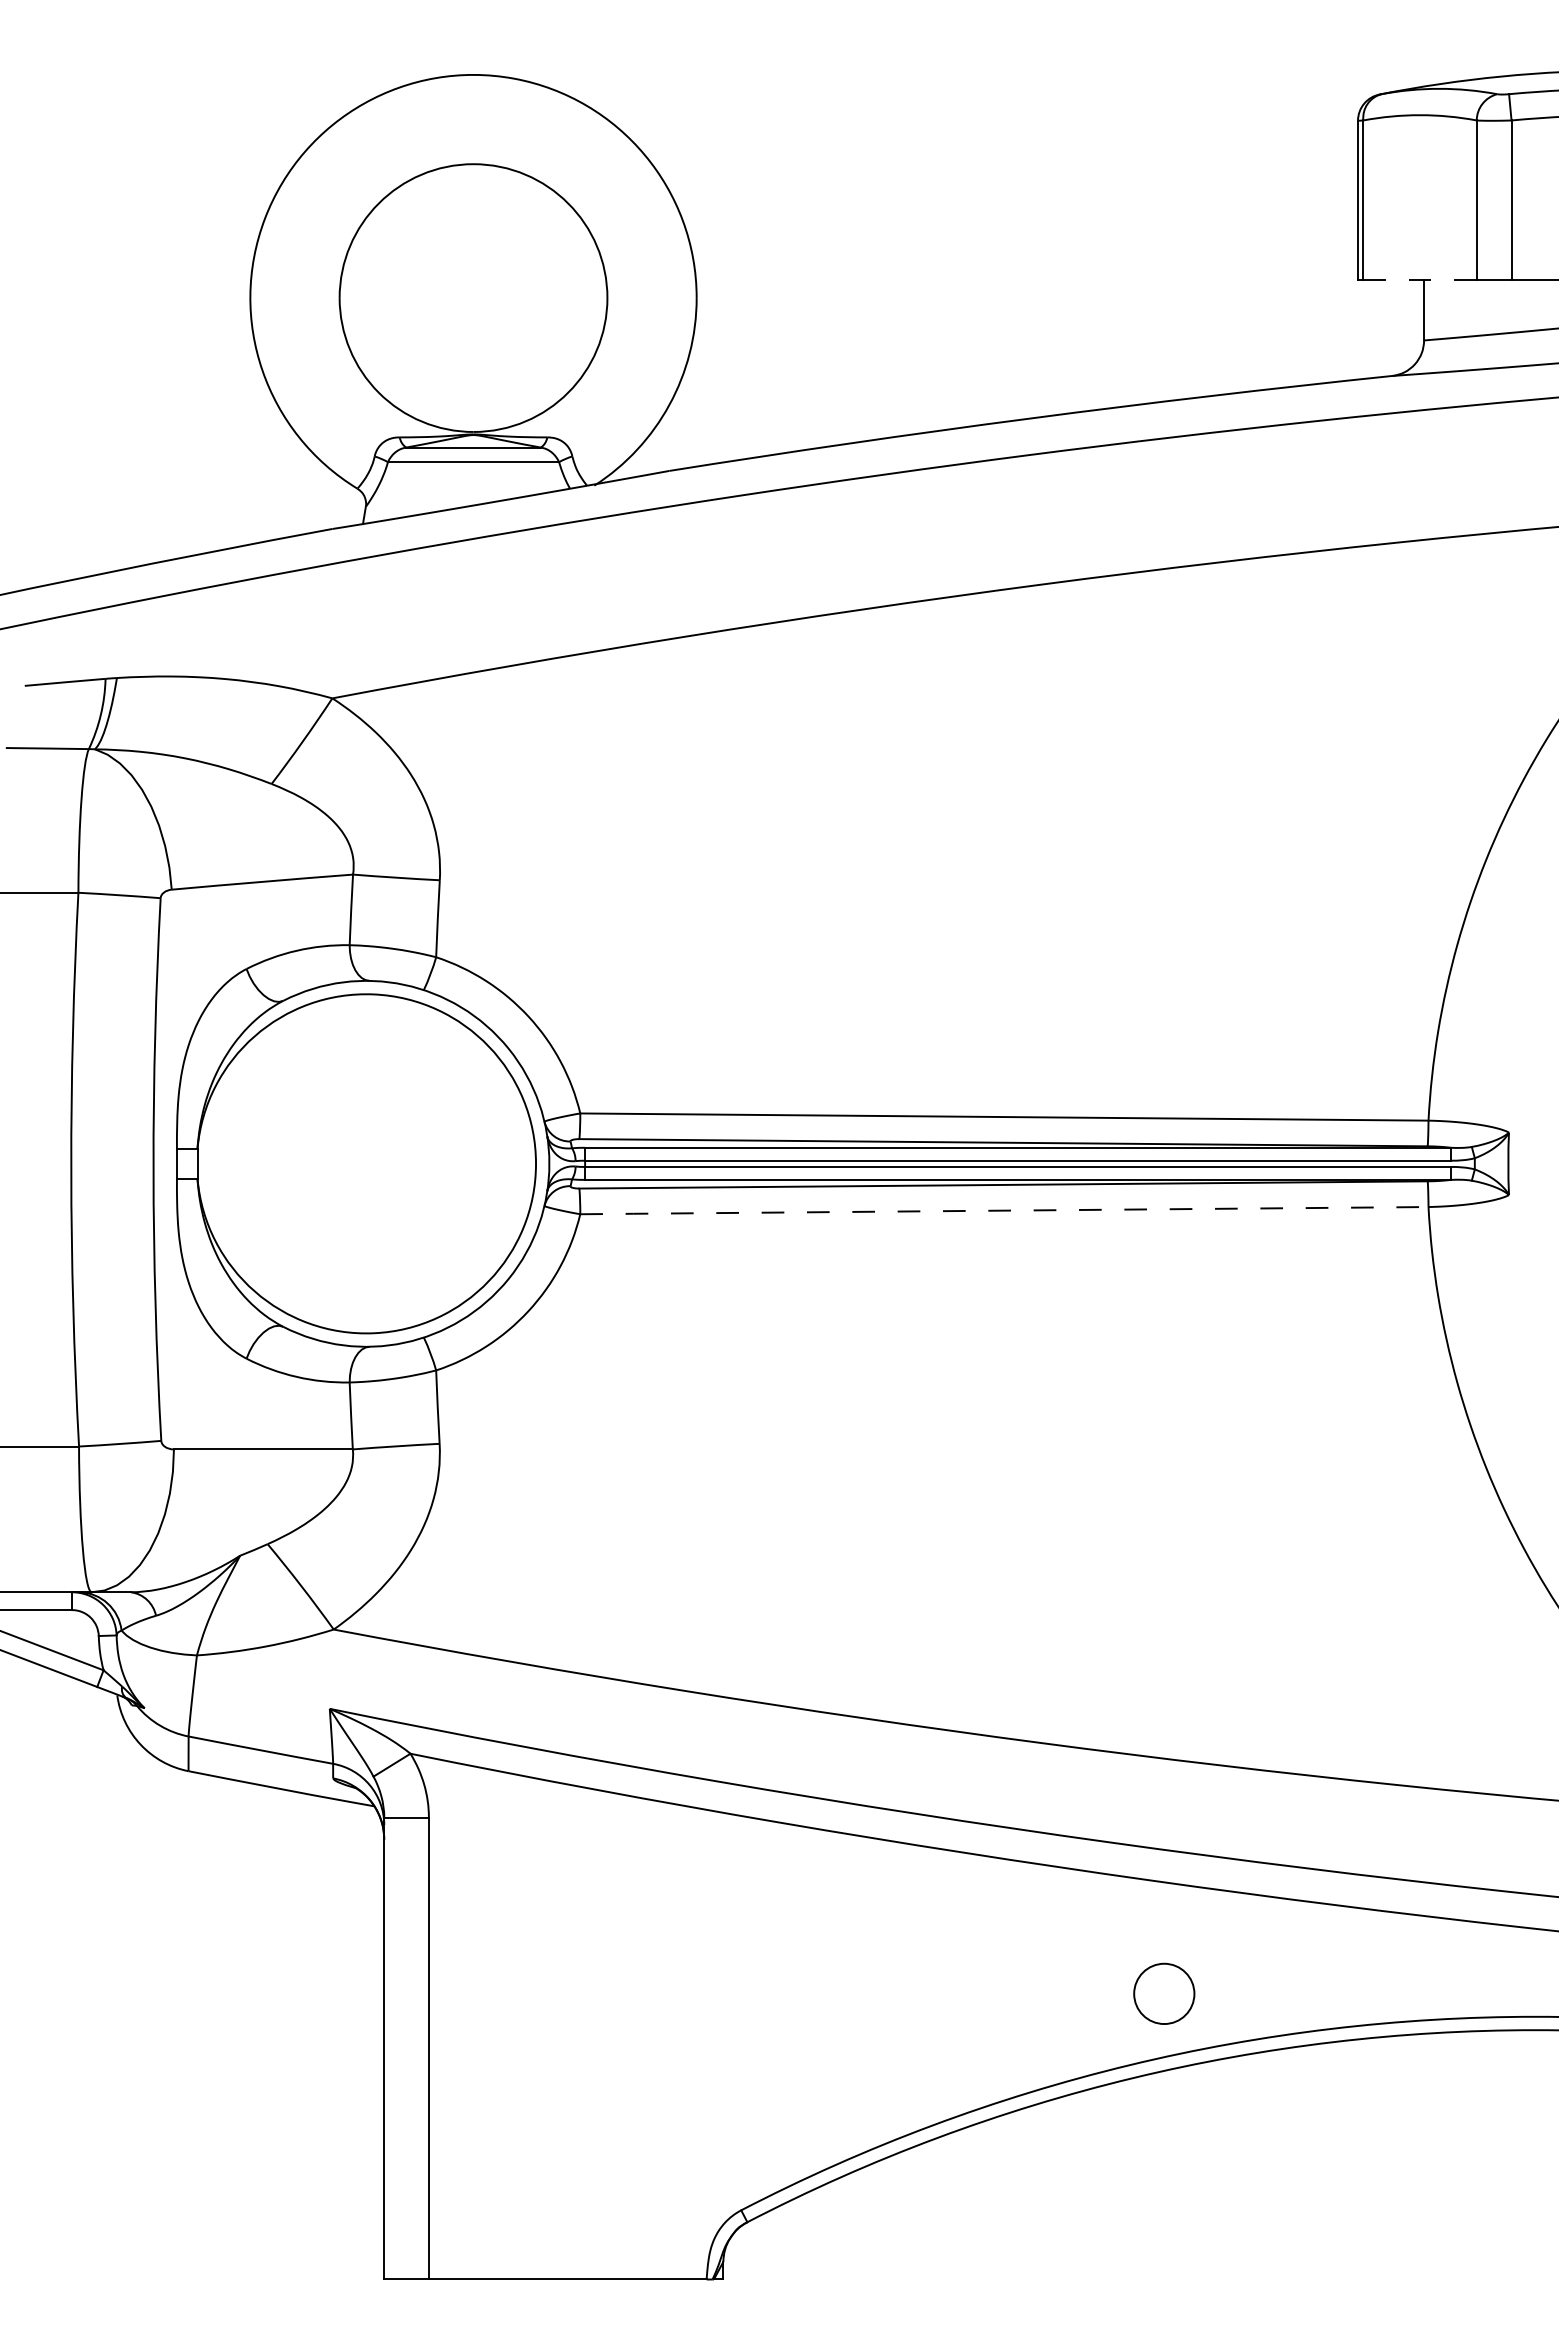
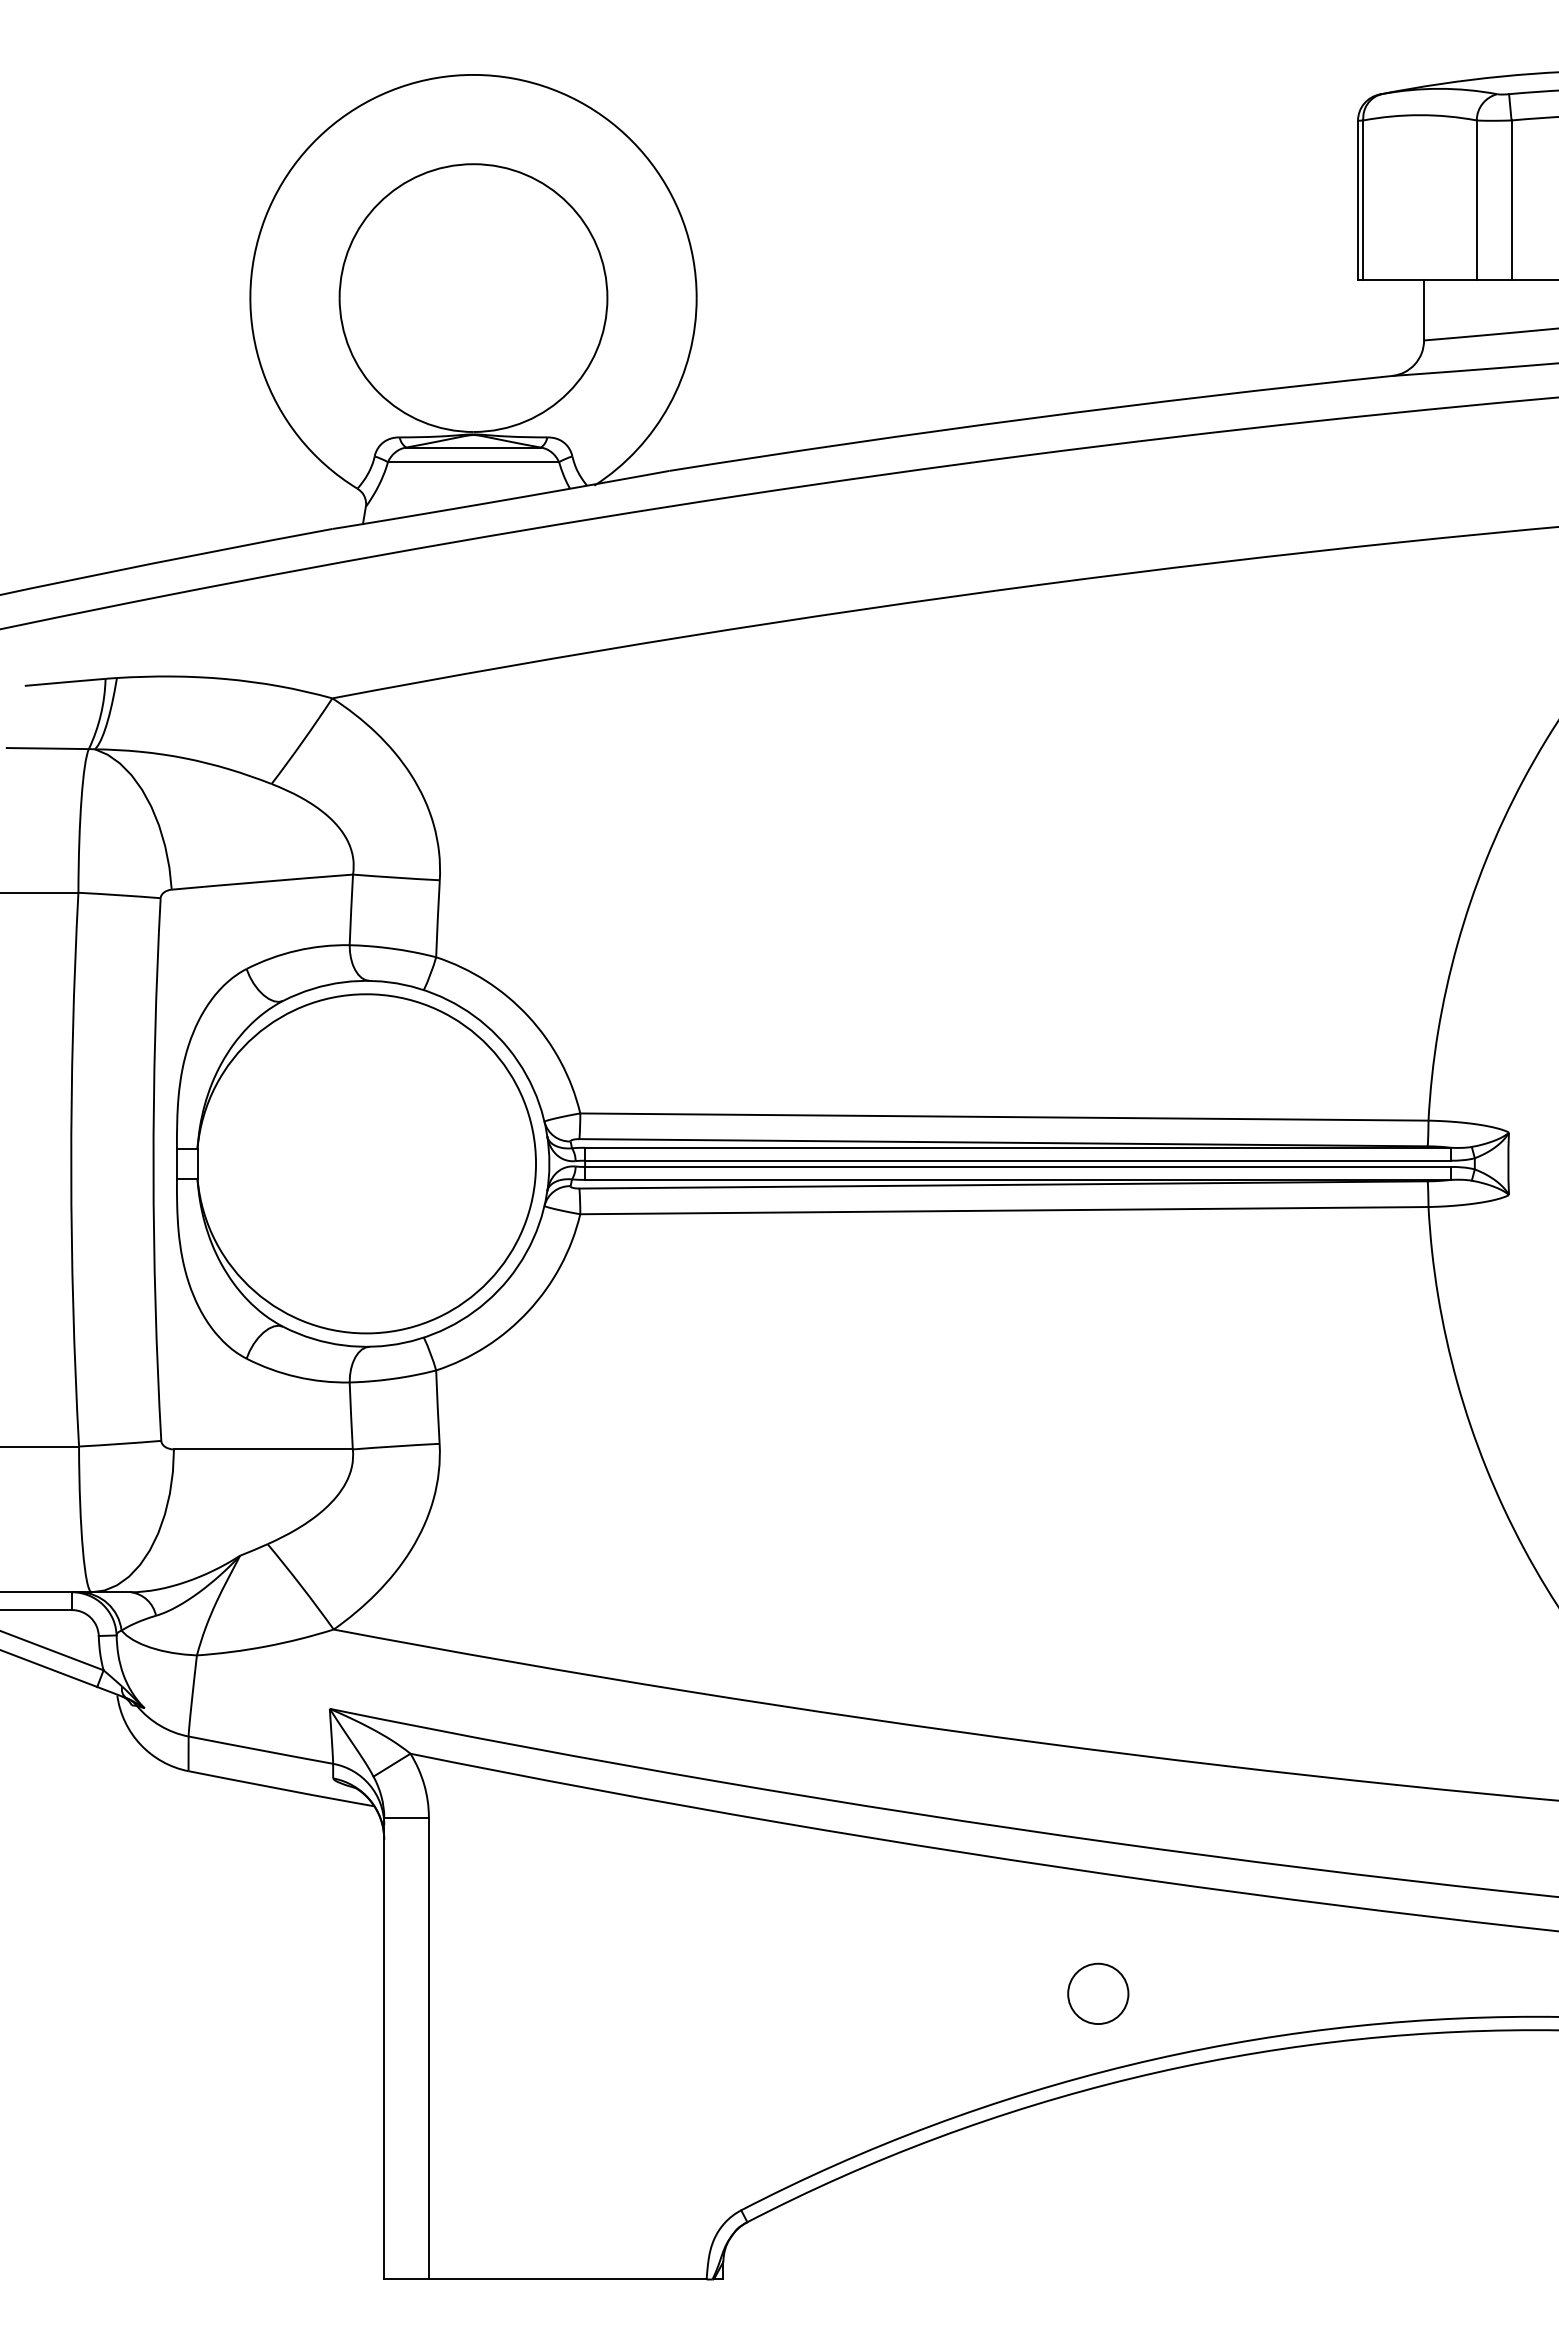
line at (1420, 280): dashed -> solid
line at (1002, 1210): dashed -> solid
circle at (1164, 1993) position: (1164, 1993) -> (1098, 1993)
